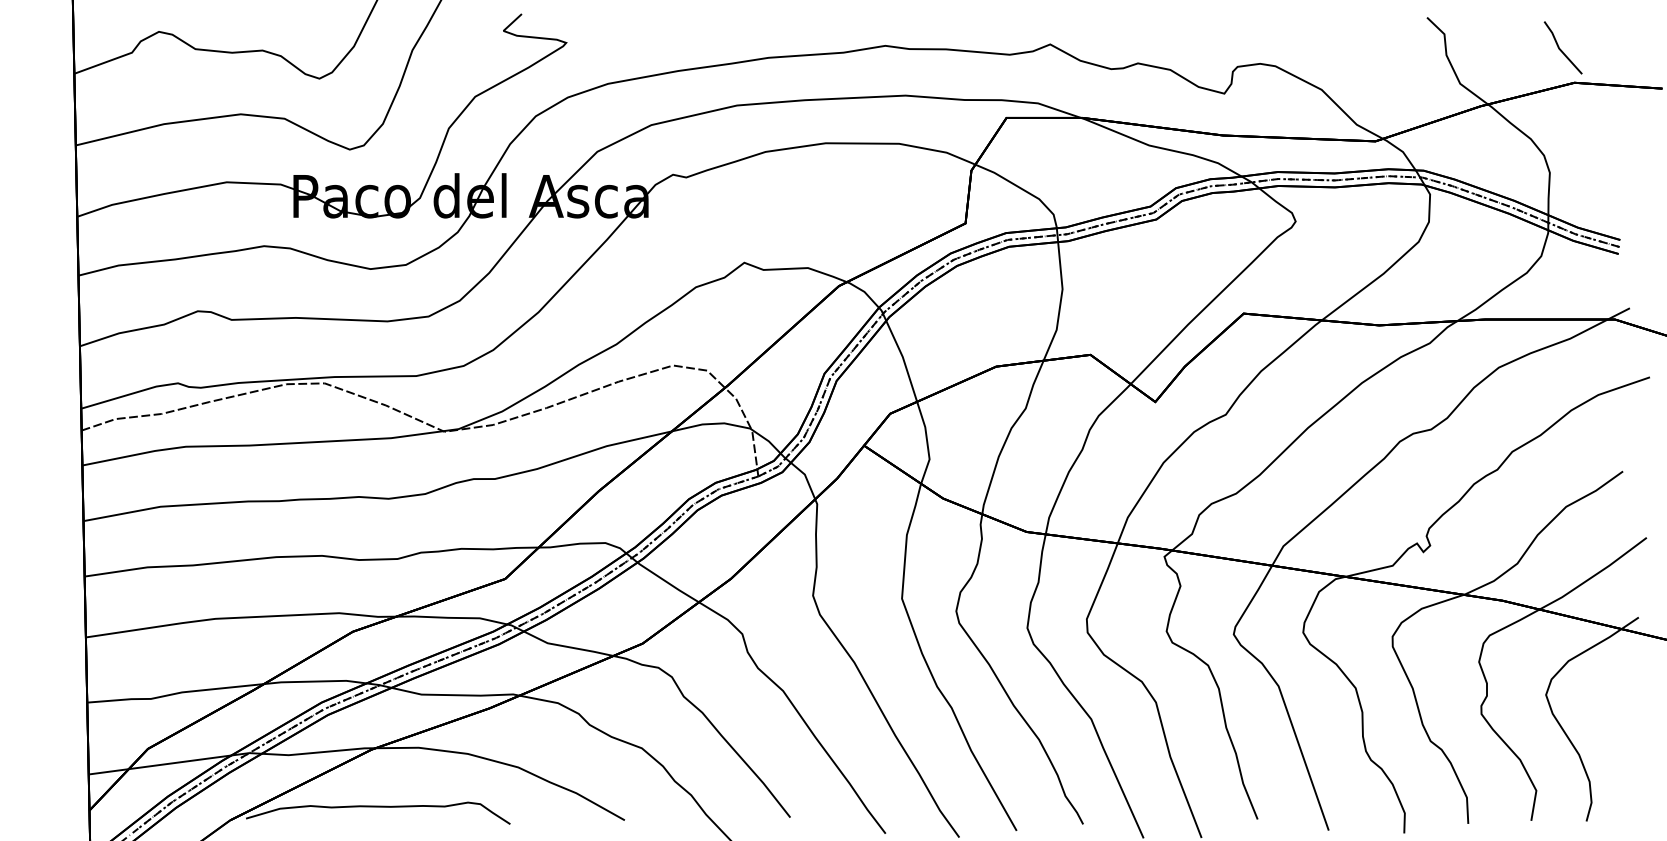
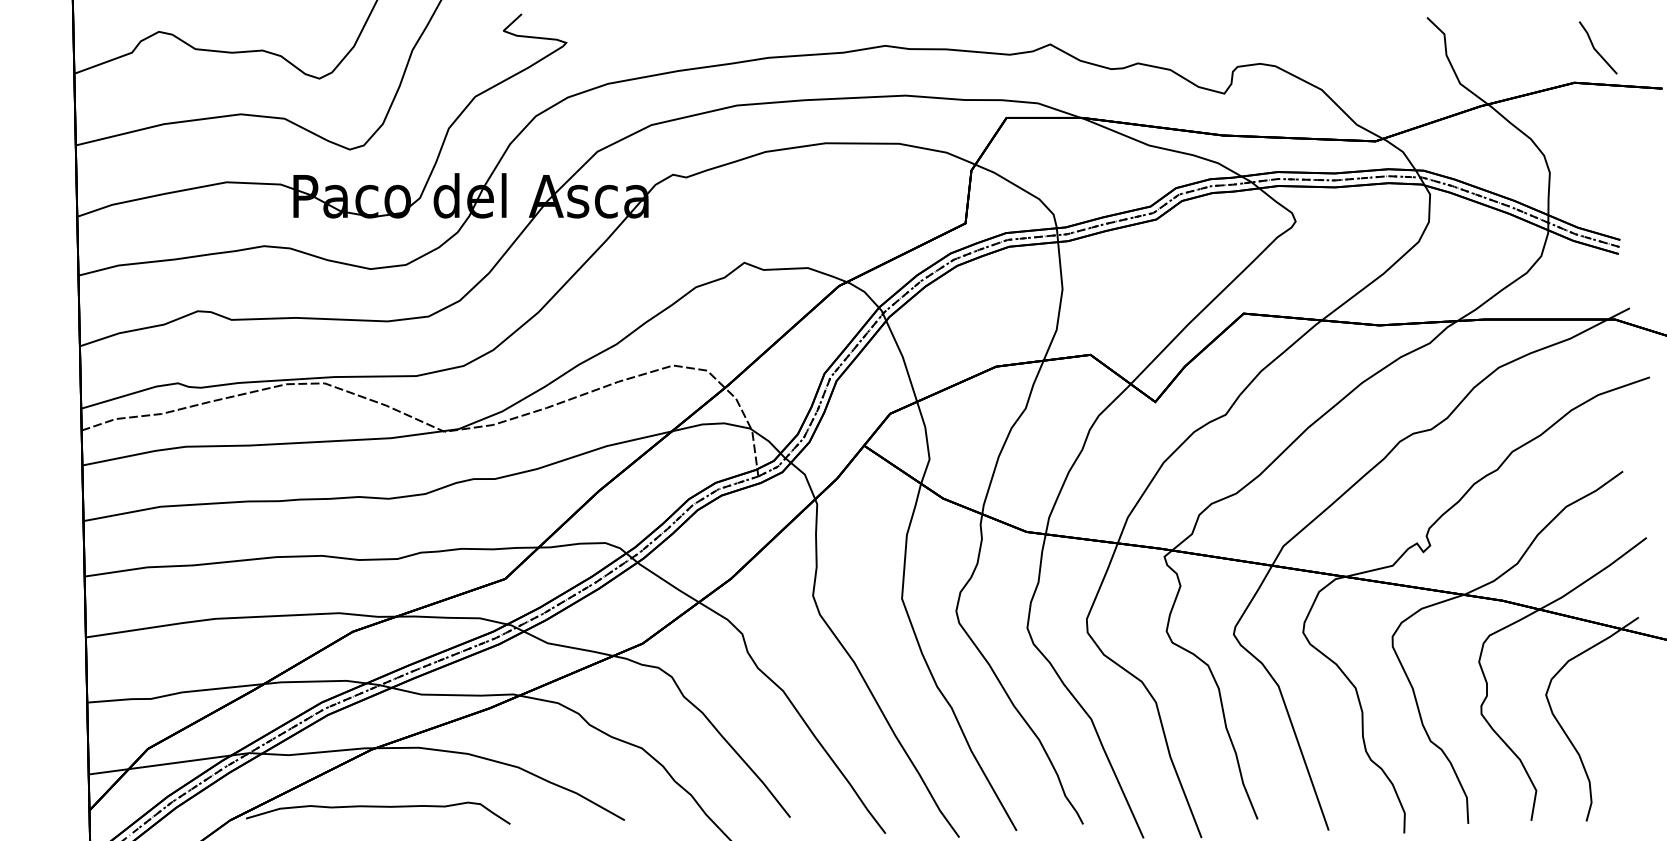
line at (1560, 48) position: (1560, 48) -> (1595, 48)
